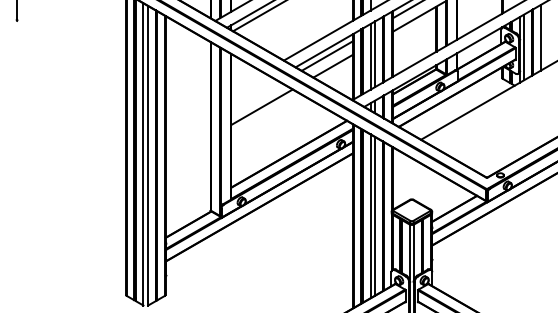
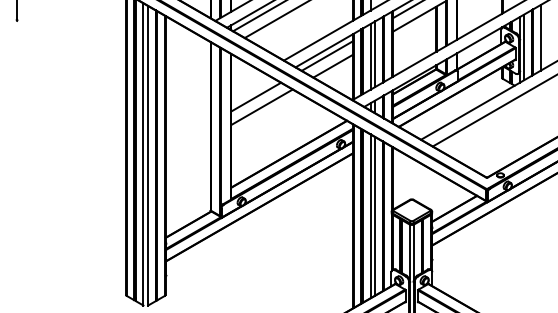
line at (275, 20): none -> present
line at (256, 96): none -> present
line at (493, 111): none -> present
